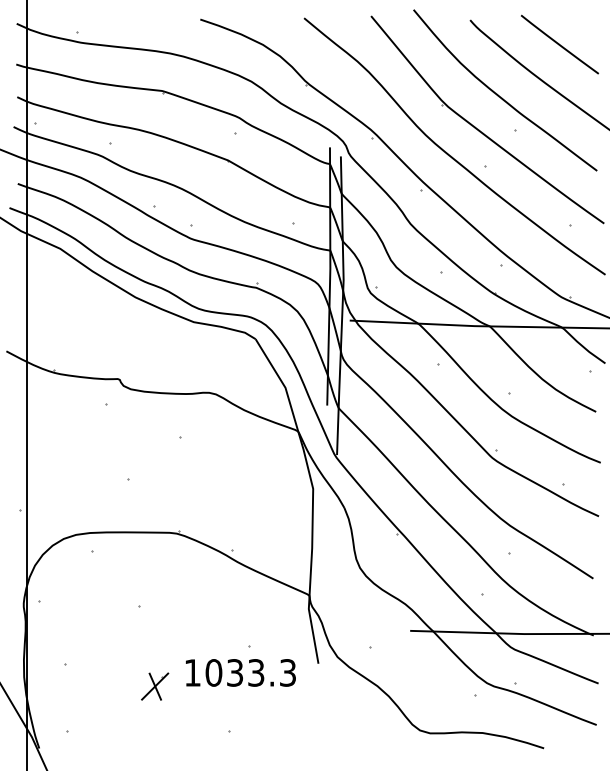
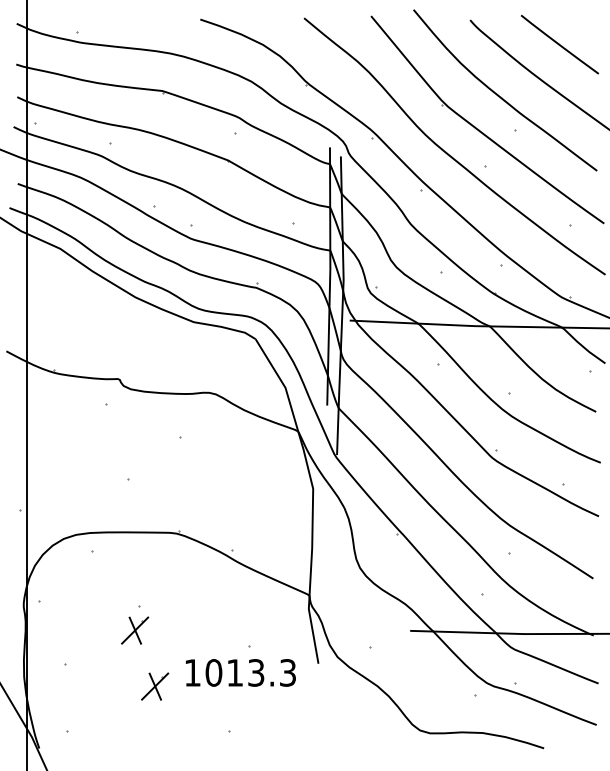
part at (135, 630): none -> present
text at (235, 672): 1033.3 -> 1013.3
